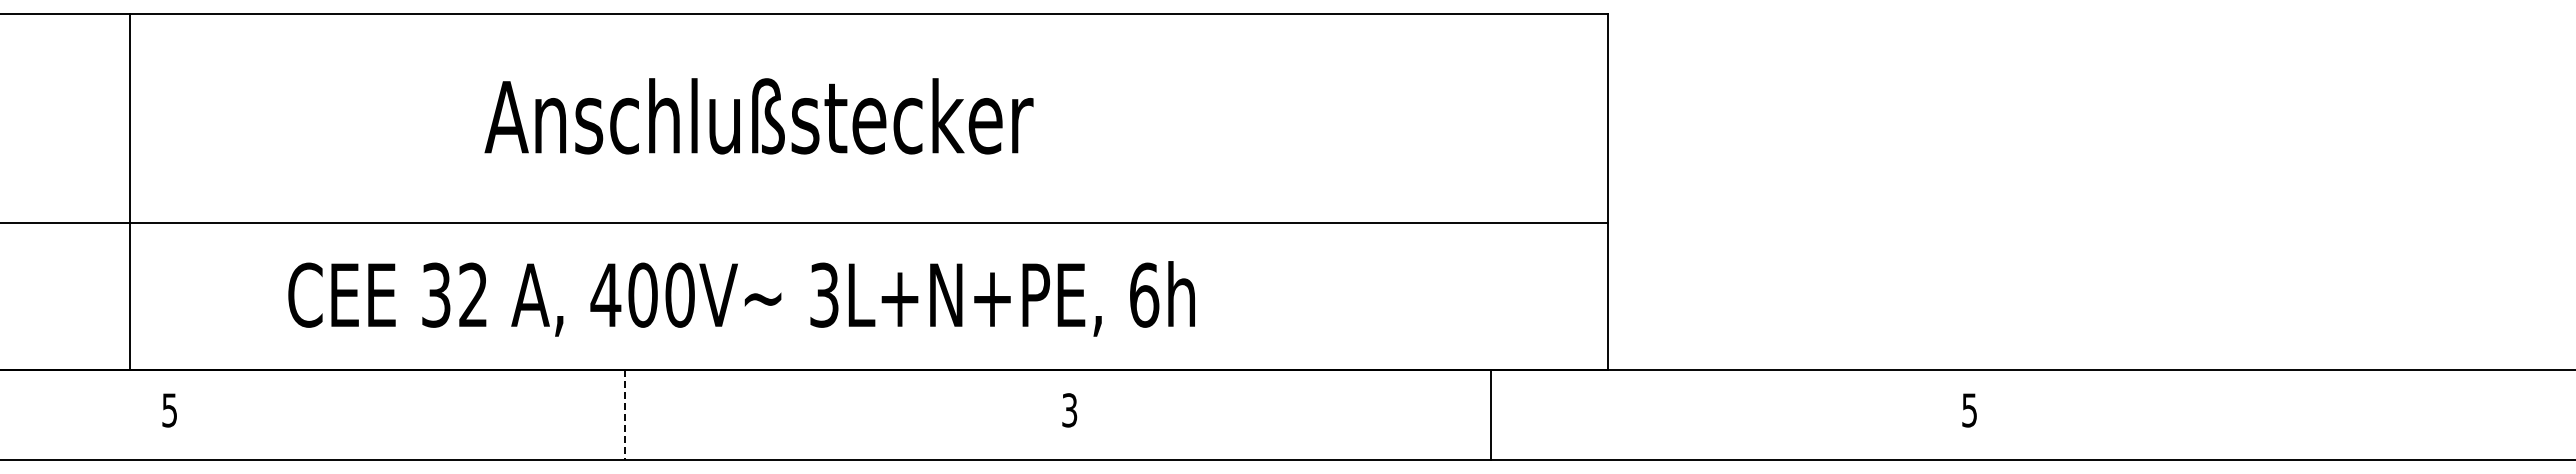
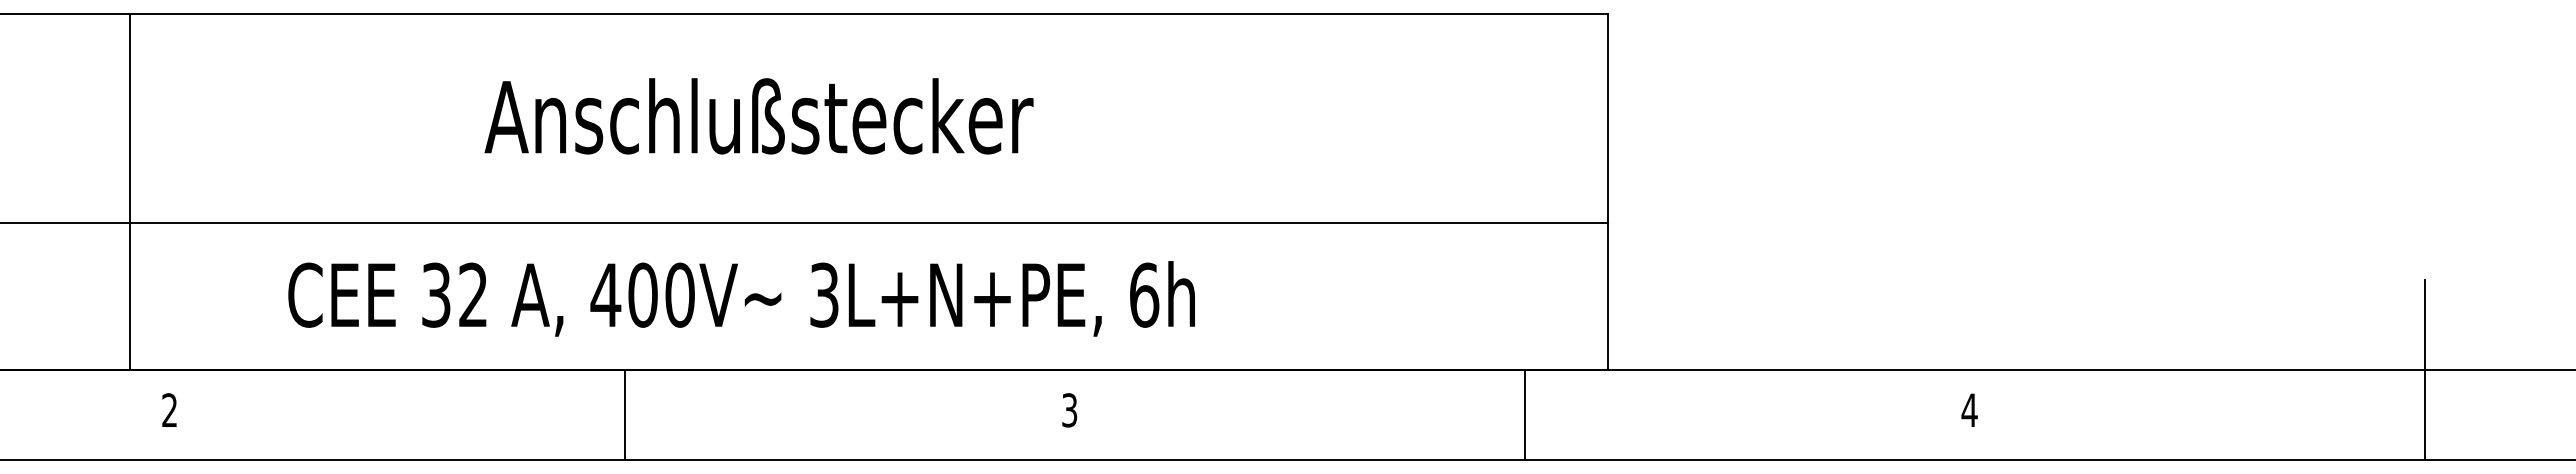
line at (2424, 369): none -> present
text at (169, 410): 5 -> 2
text at (1969, 410): 5 -> 4
line at (625, 414): dashed -> solid
line at (1490, 414) position: (1490, 414) -> (1524, 414)
